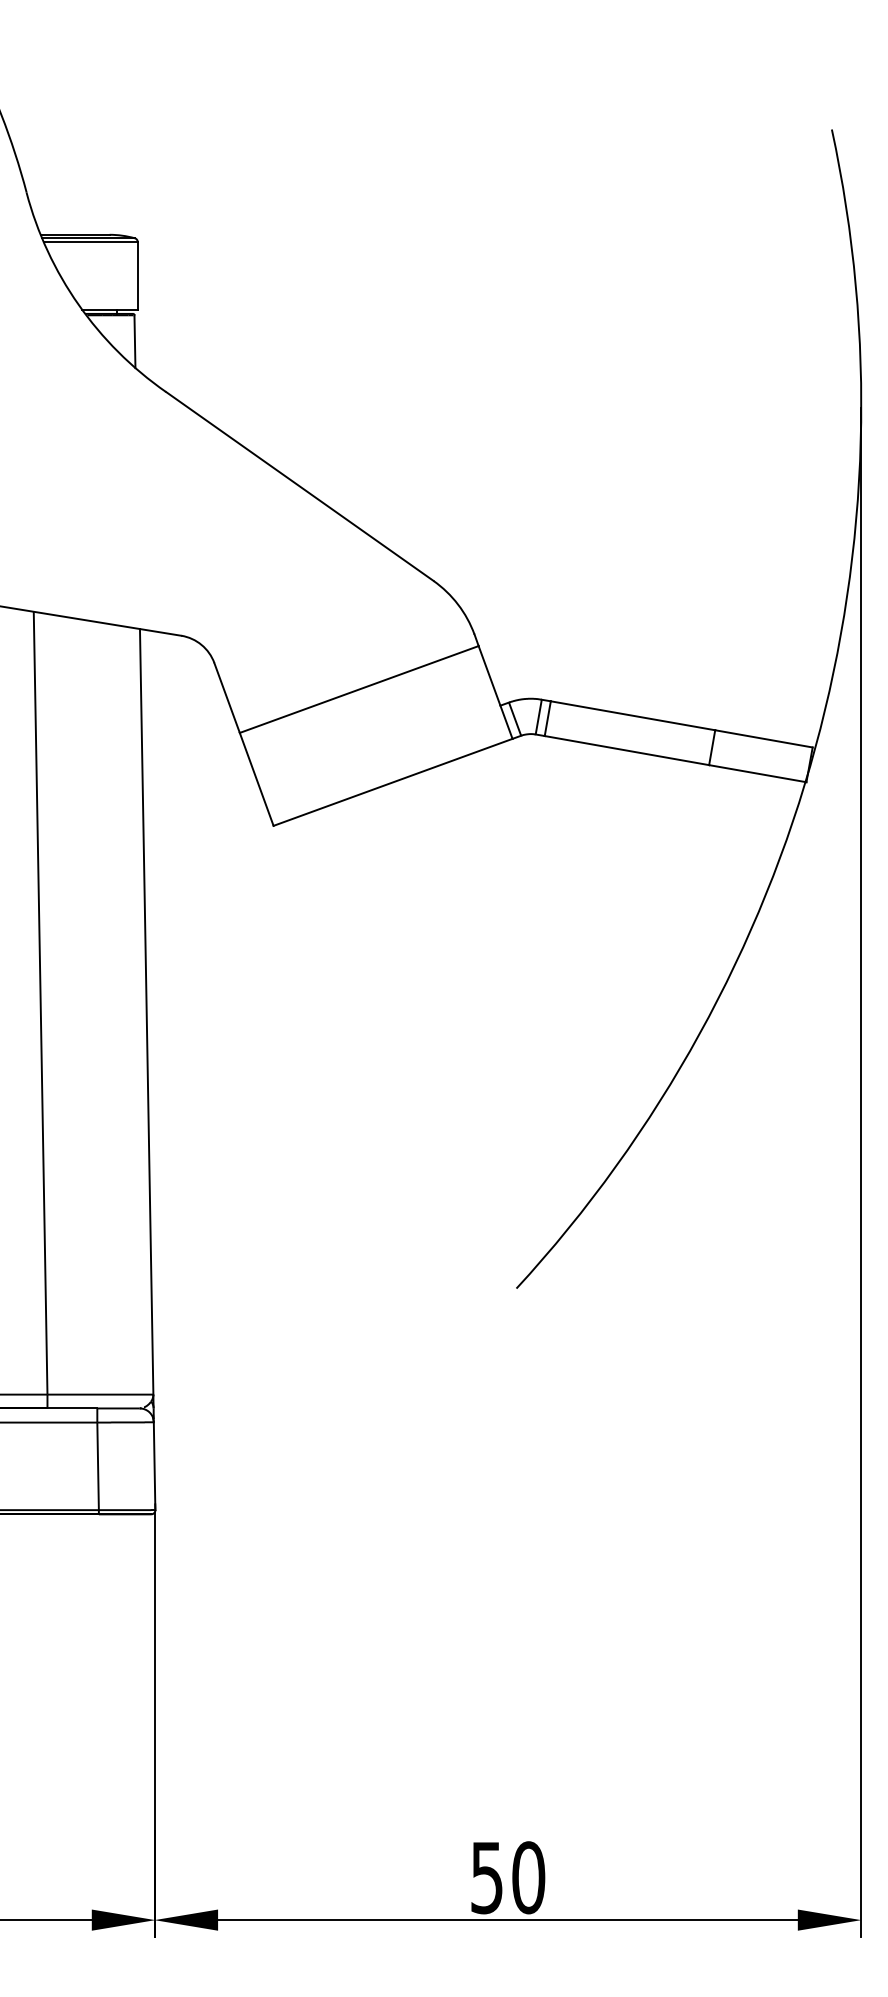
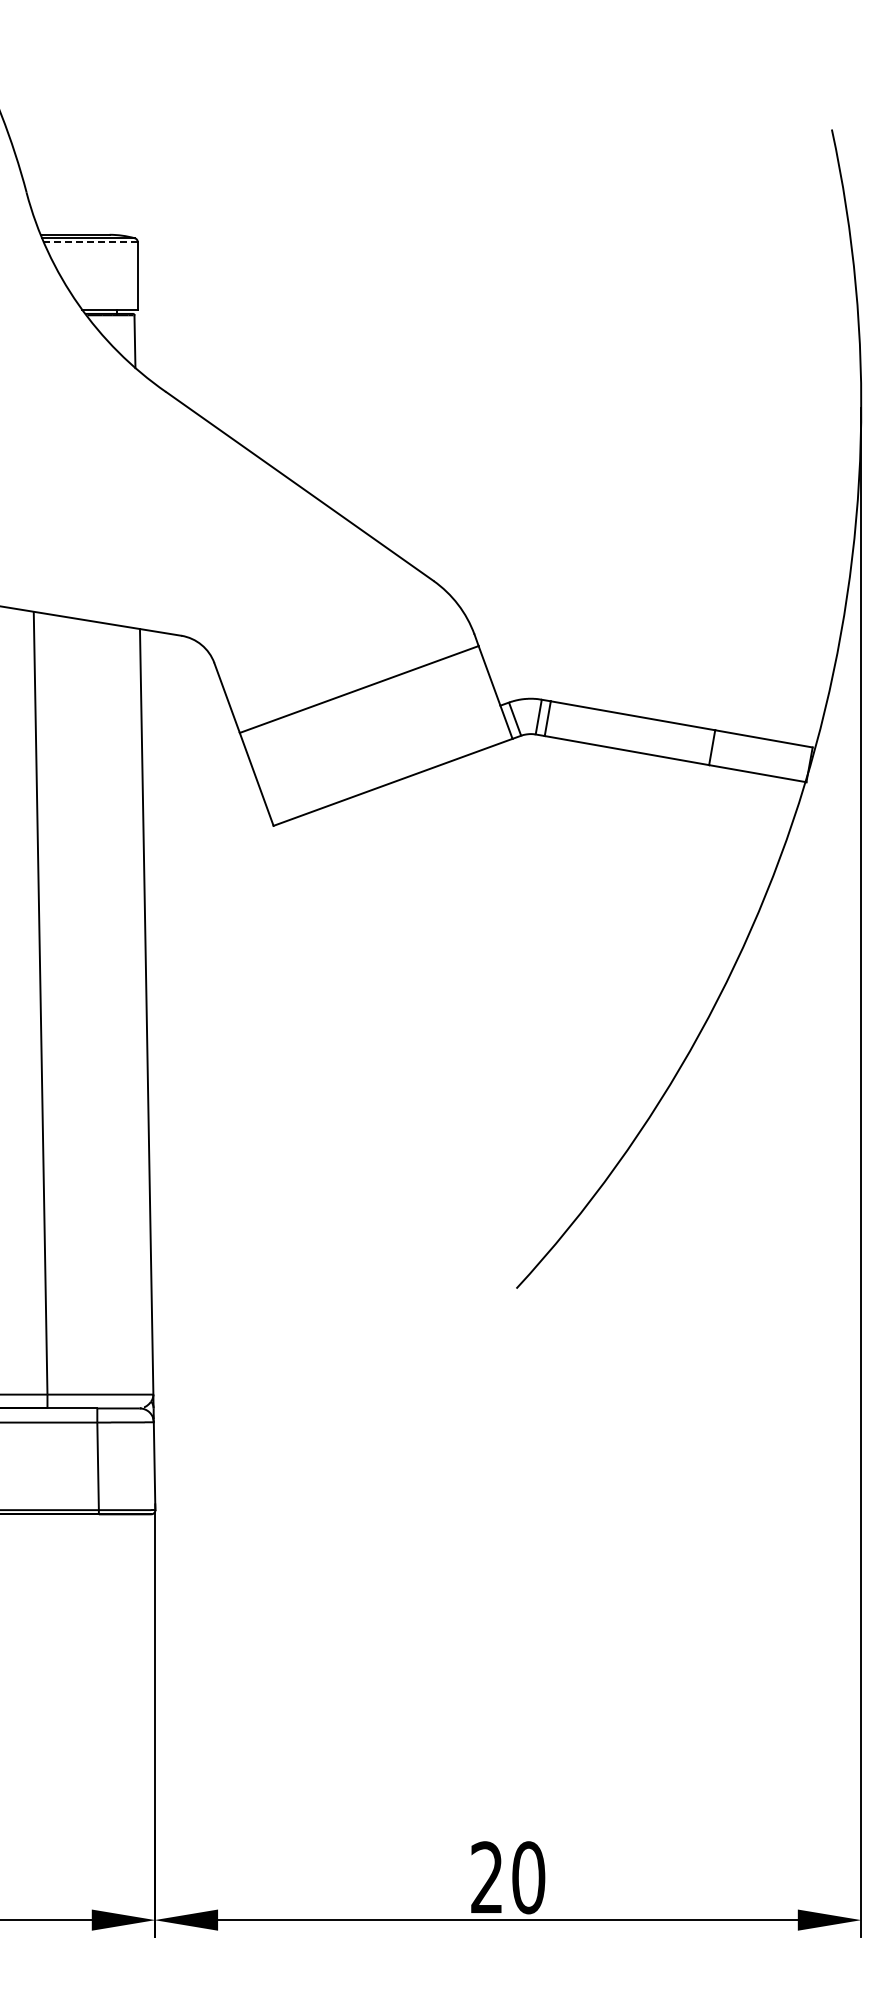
line at (90, 242): solid -> dashed
text at (486, 1877): 50 -> 20
